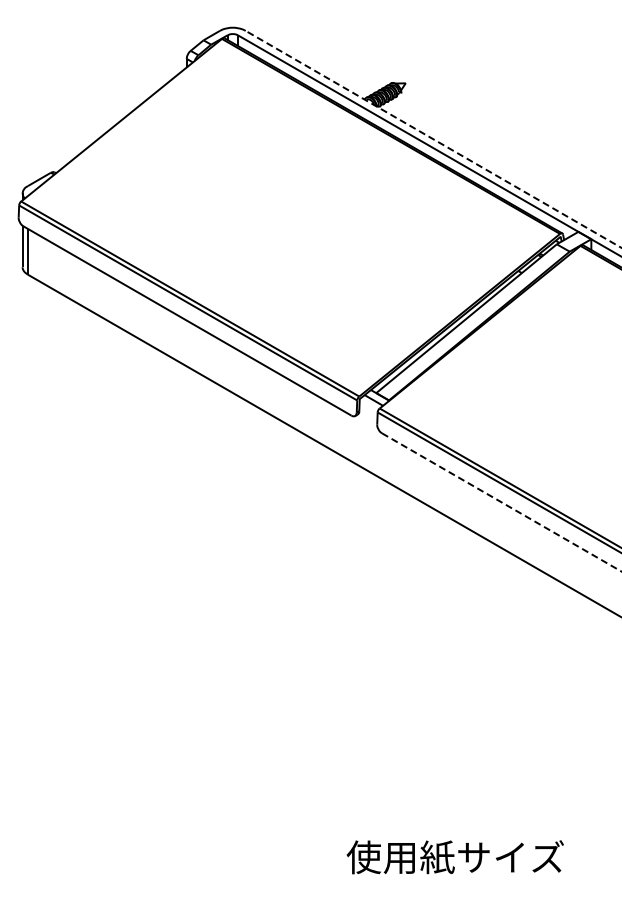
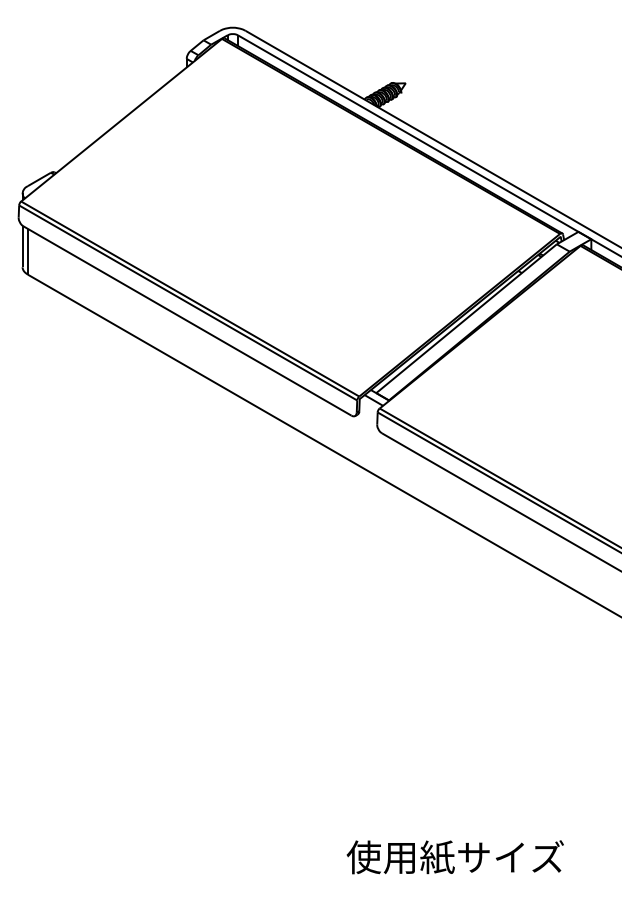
line at (433, 139): dashed -> solid
line at (502, 502): dashed -> solid
